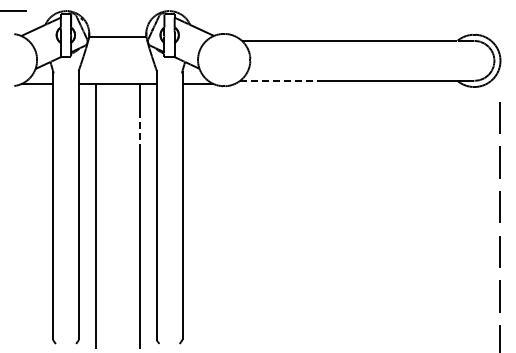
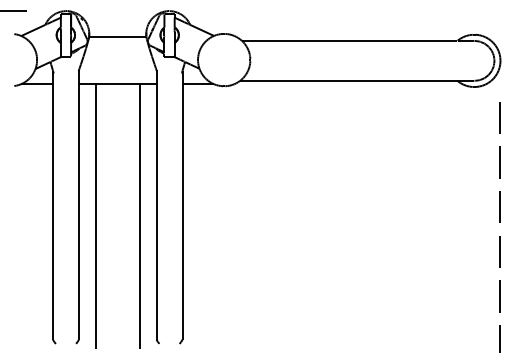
line at (282, 80): dashed -> solid
line at (139, 129): dashed -> solid
